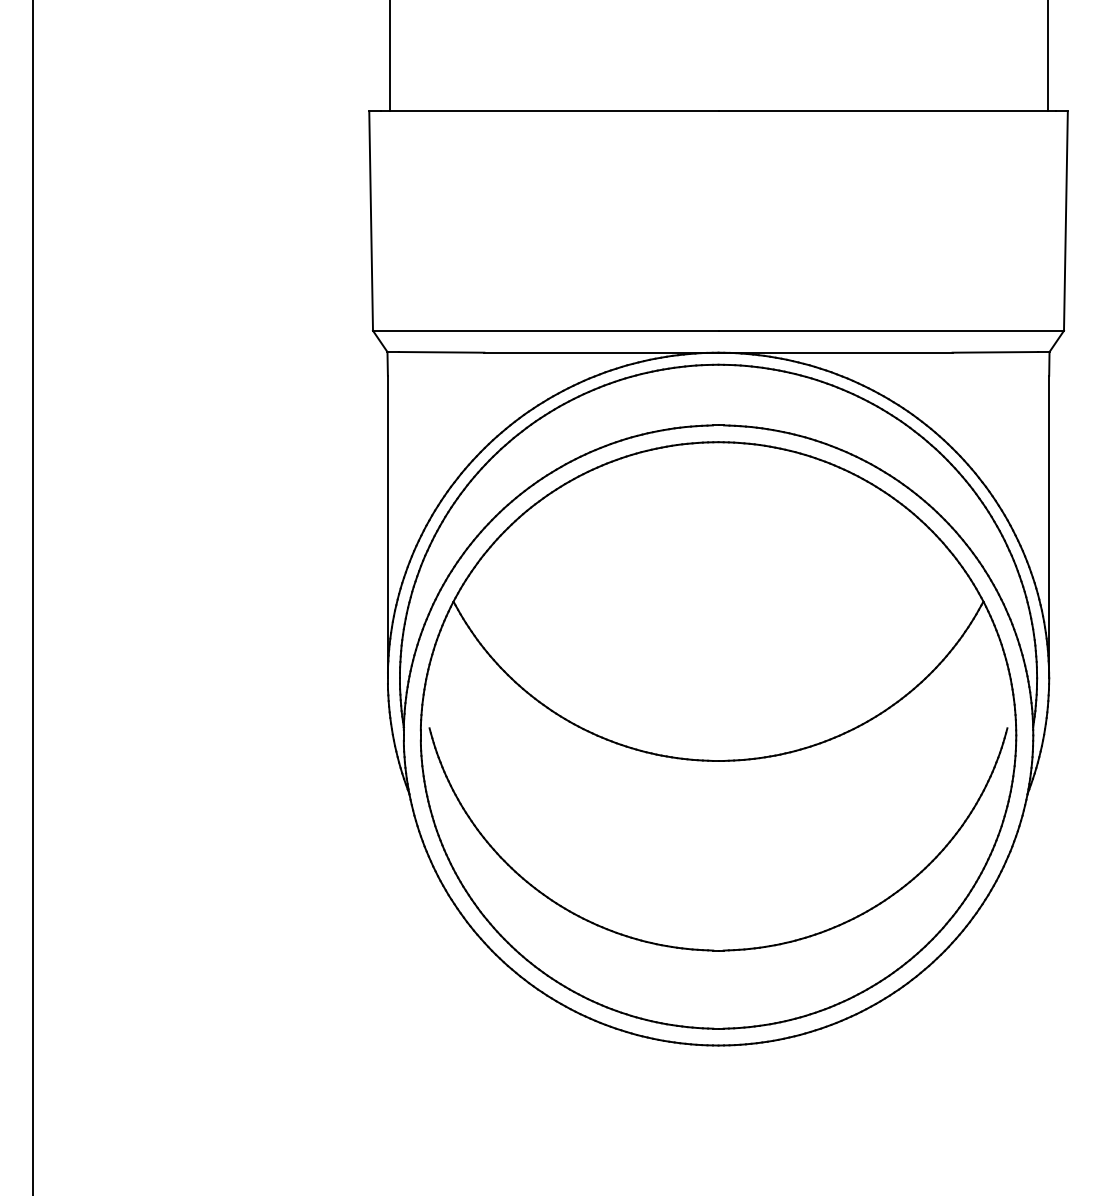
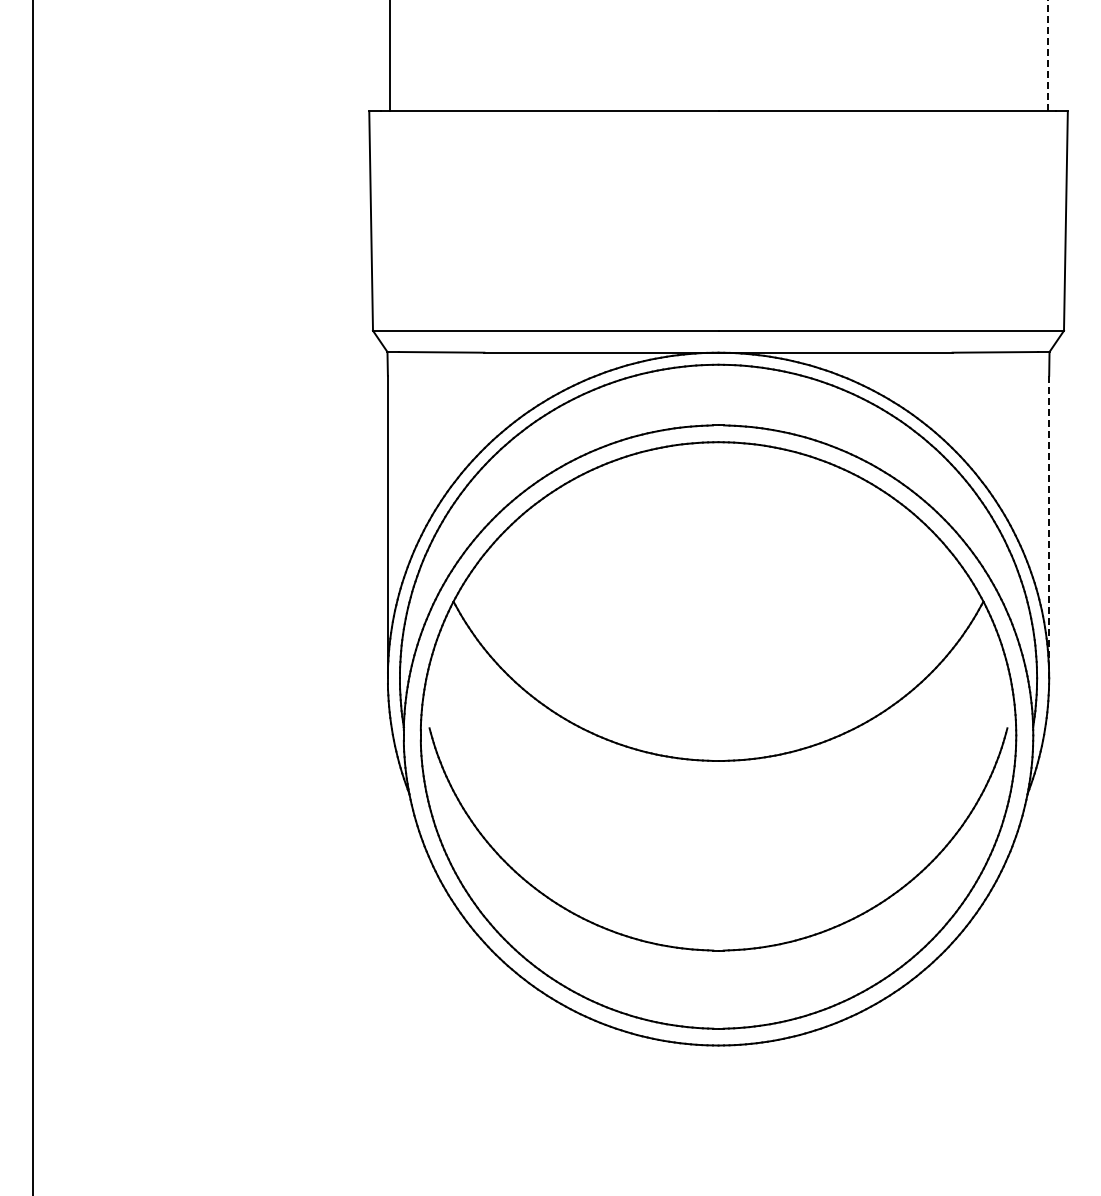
line at (1047, 56): solid -> dashed
line at (1049, 527): solid -> dashed
